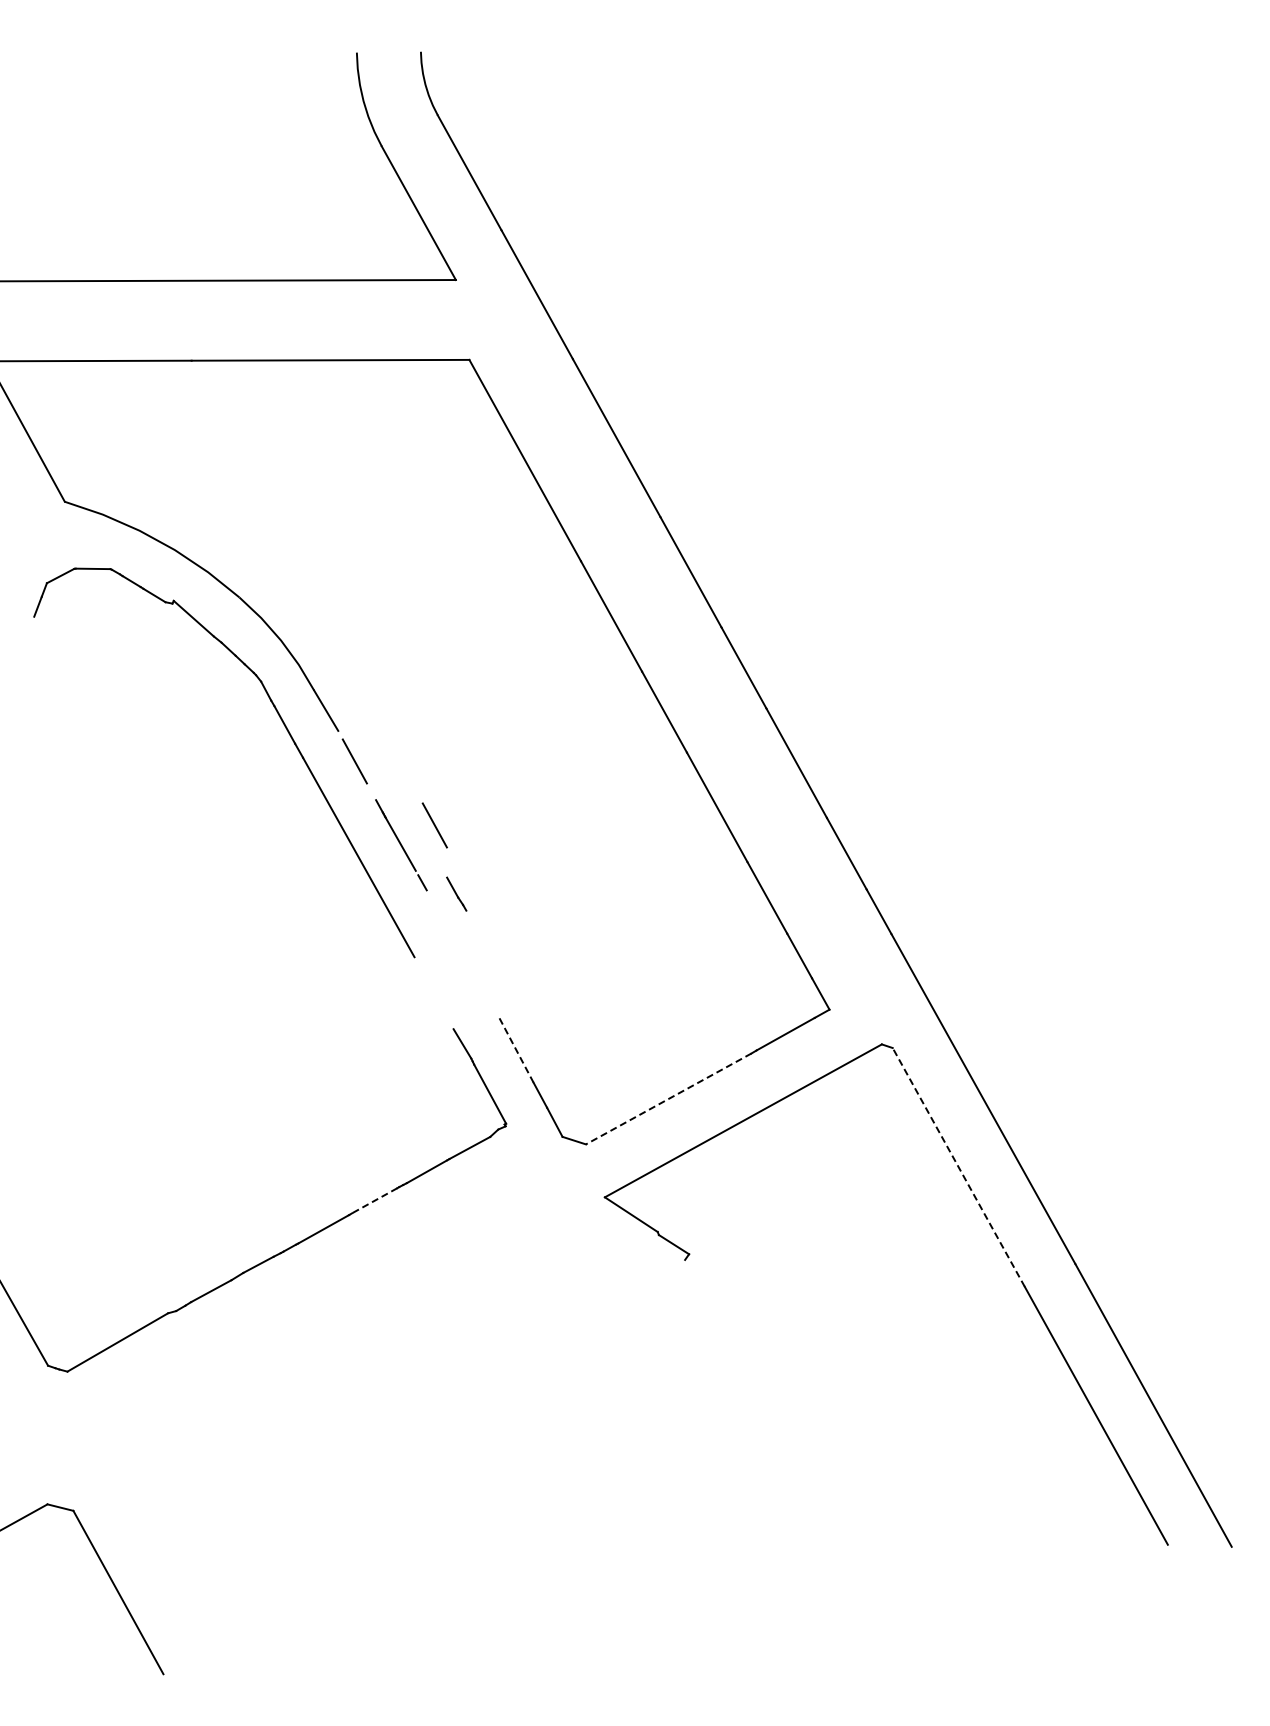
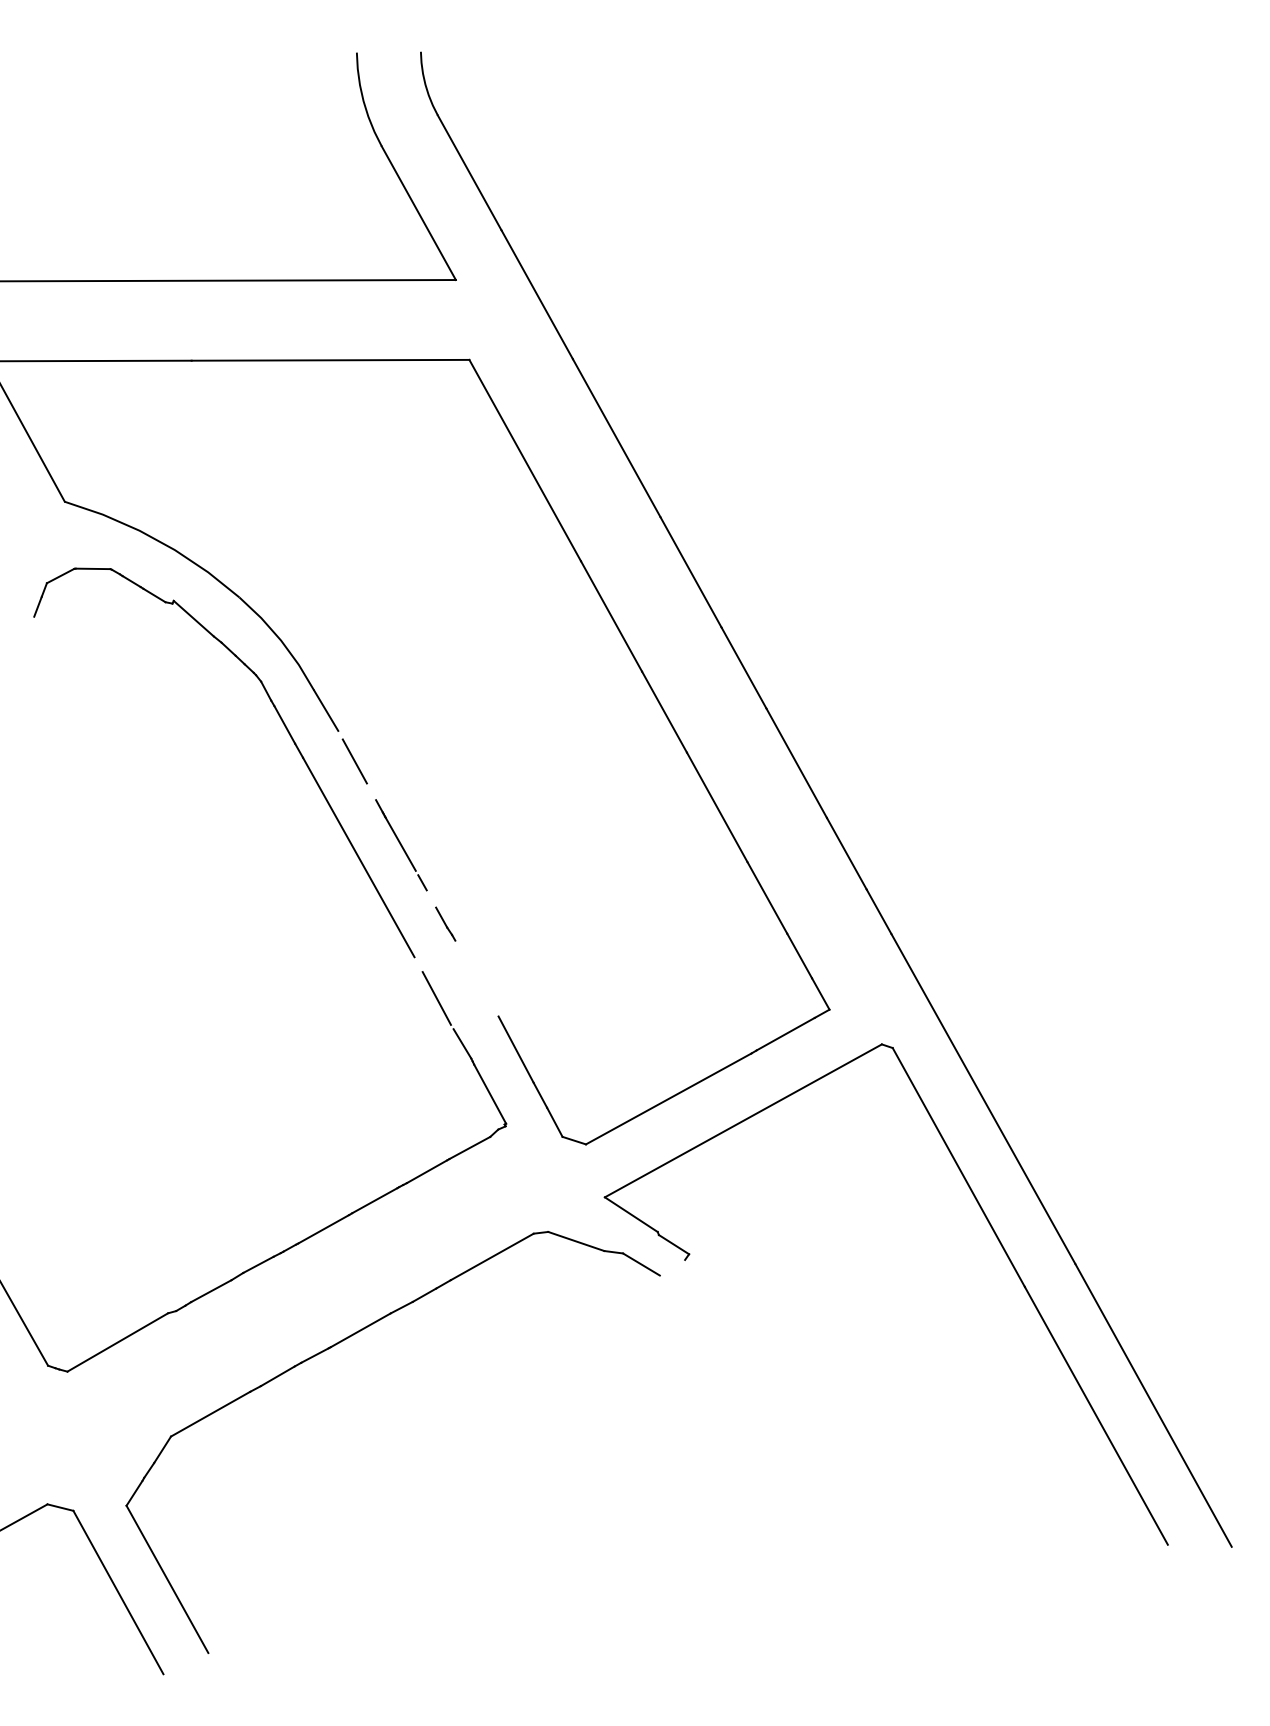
line at (434, 825): present -> none
line at (456, 893) position: (456, 893) -> (445, 923)
line at (436, 998): none -> present
line at (516, 1049): dashed -> solid
line at (668, 1099): dashed -> solid
line at (958, 1167): dashed -> solid
line at (374, 1200): dashed -> solid
part at (336, 1345): none -> present
